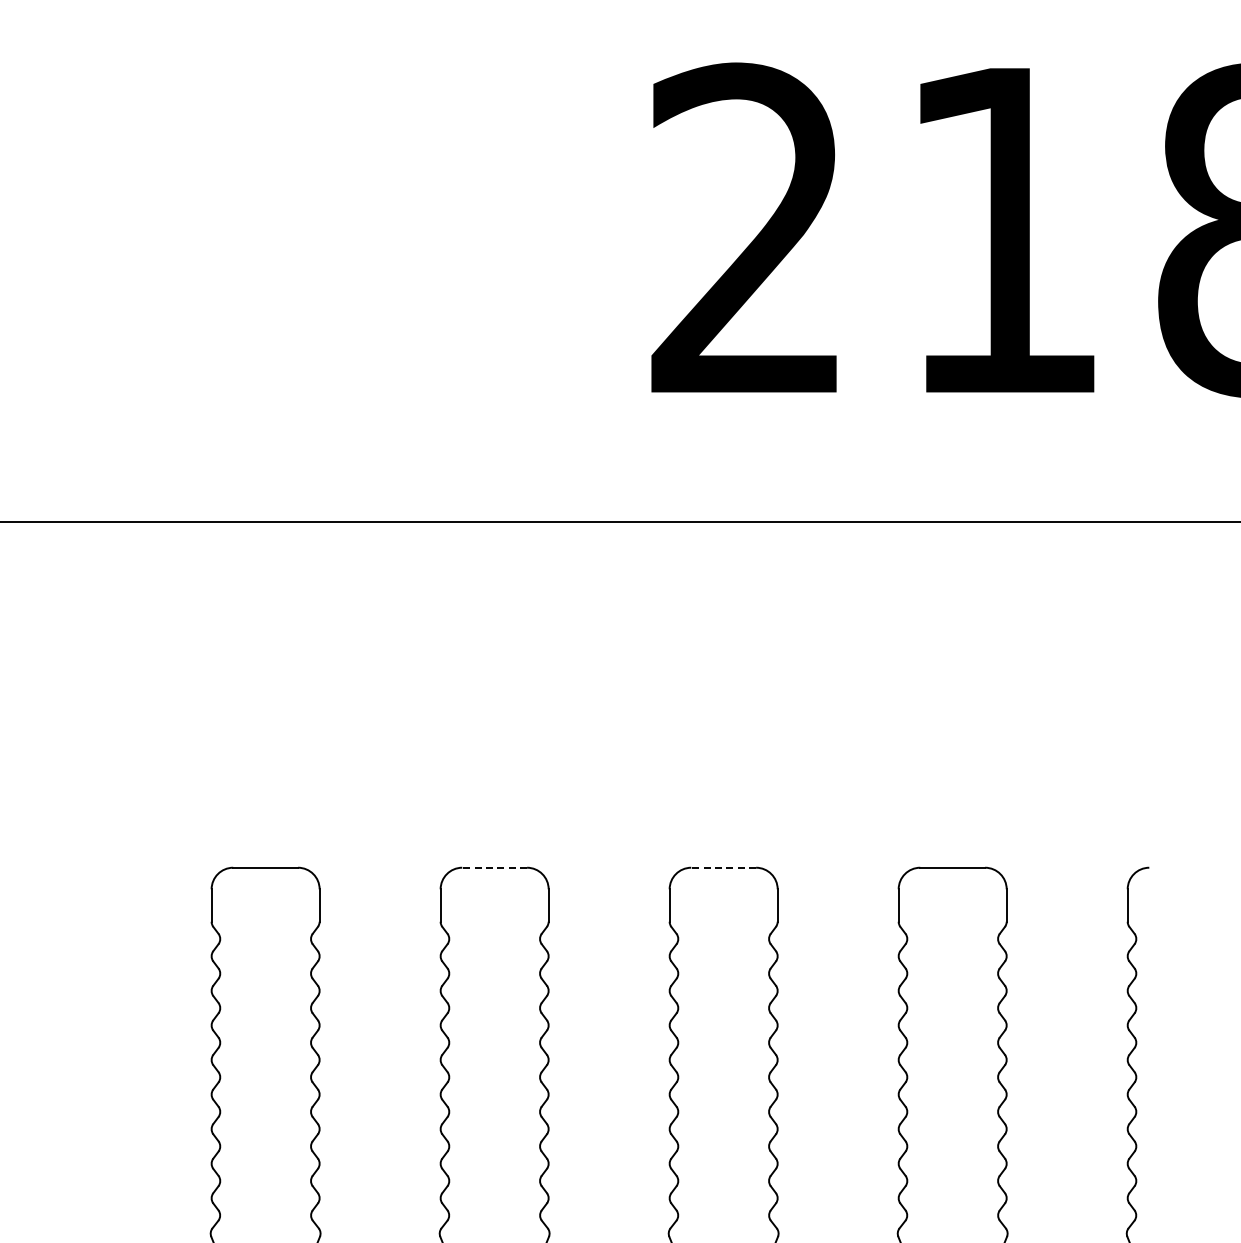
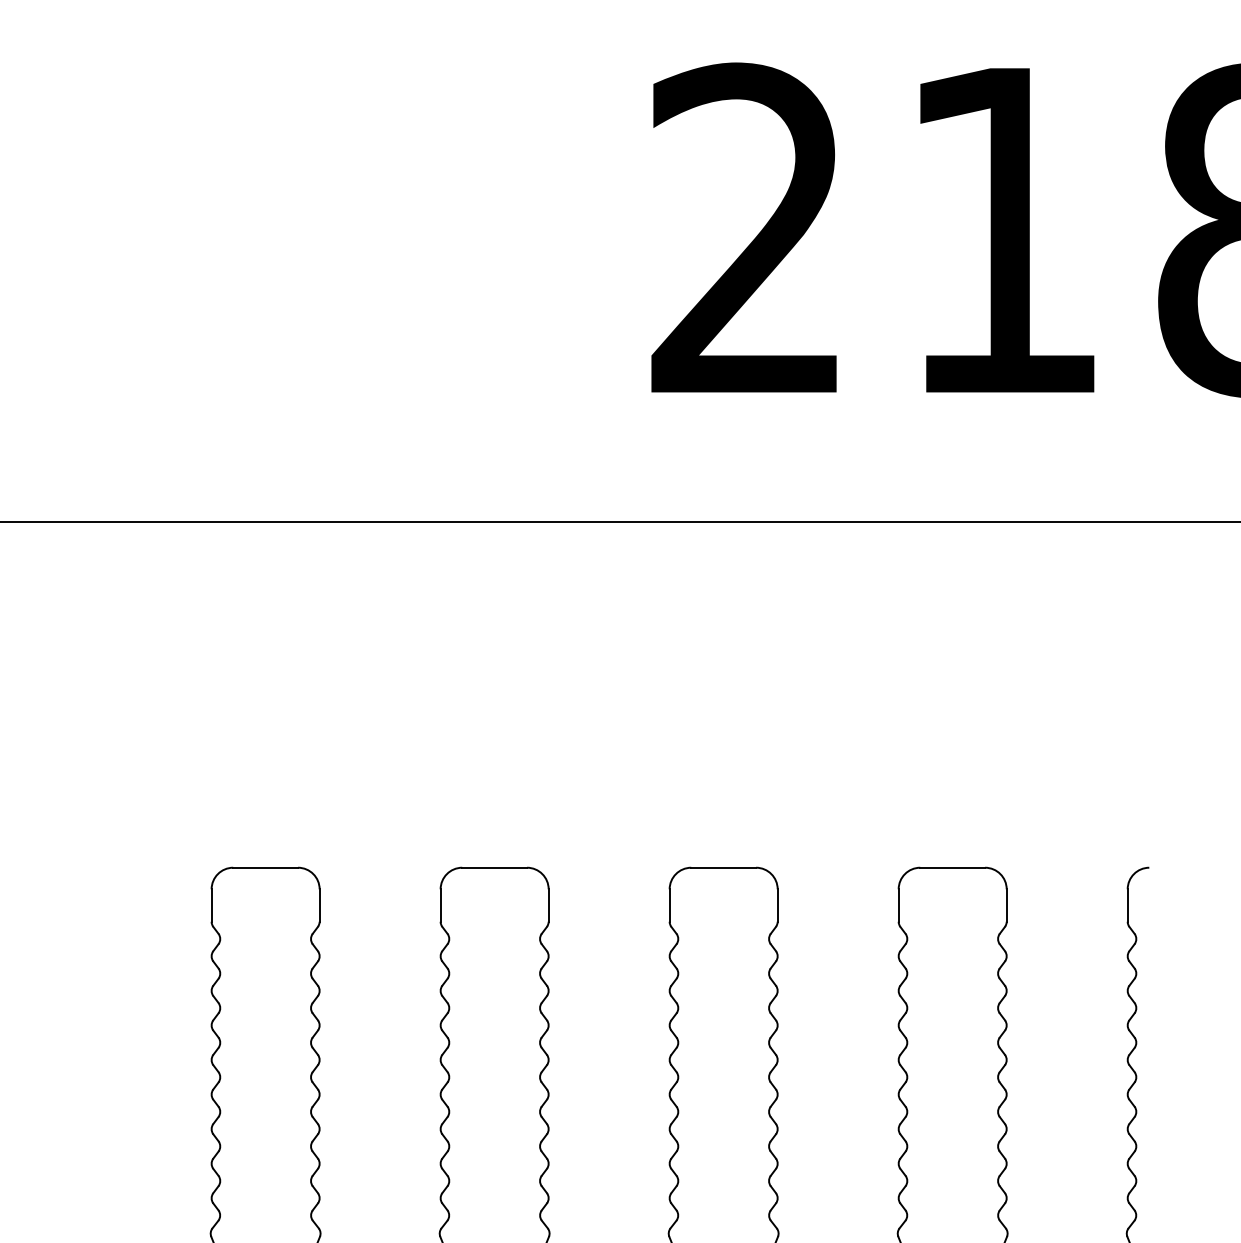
line at (494, 867): dashed -> solid
line at (723, 867): dashed -> solid
